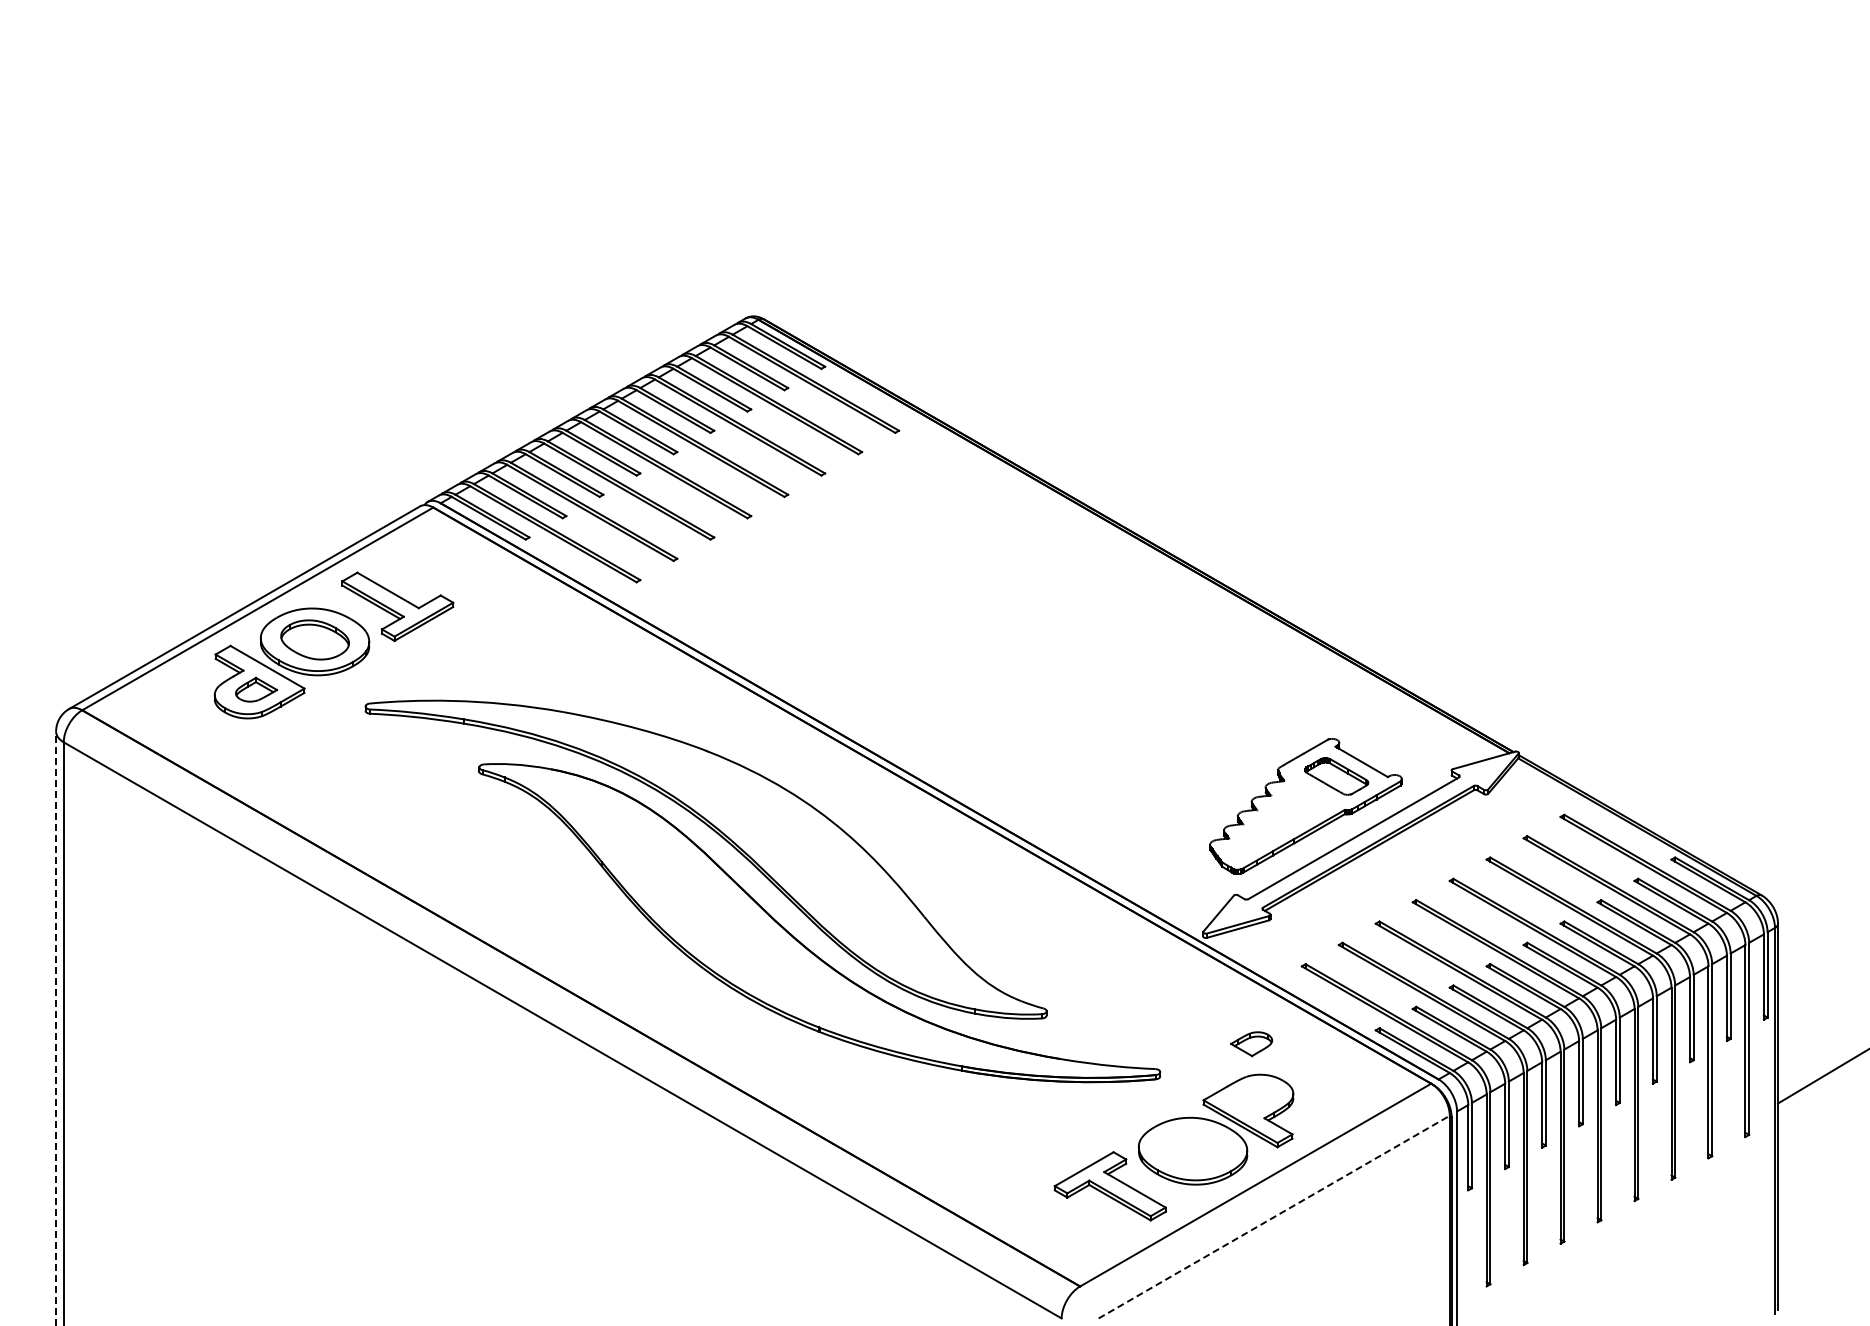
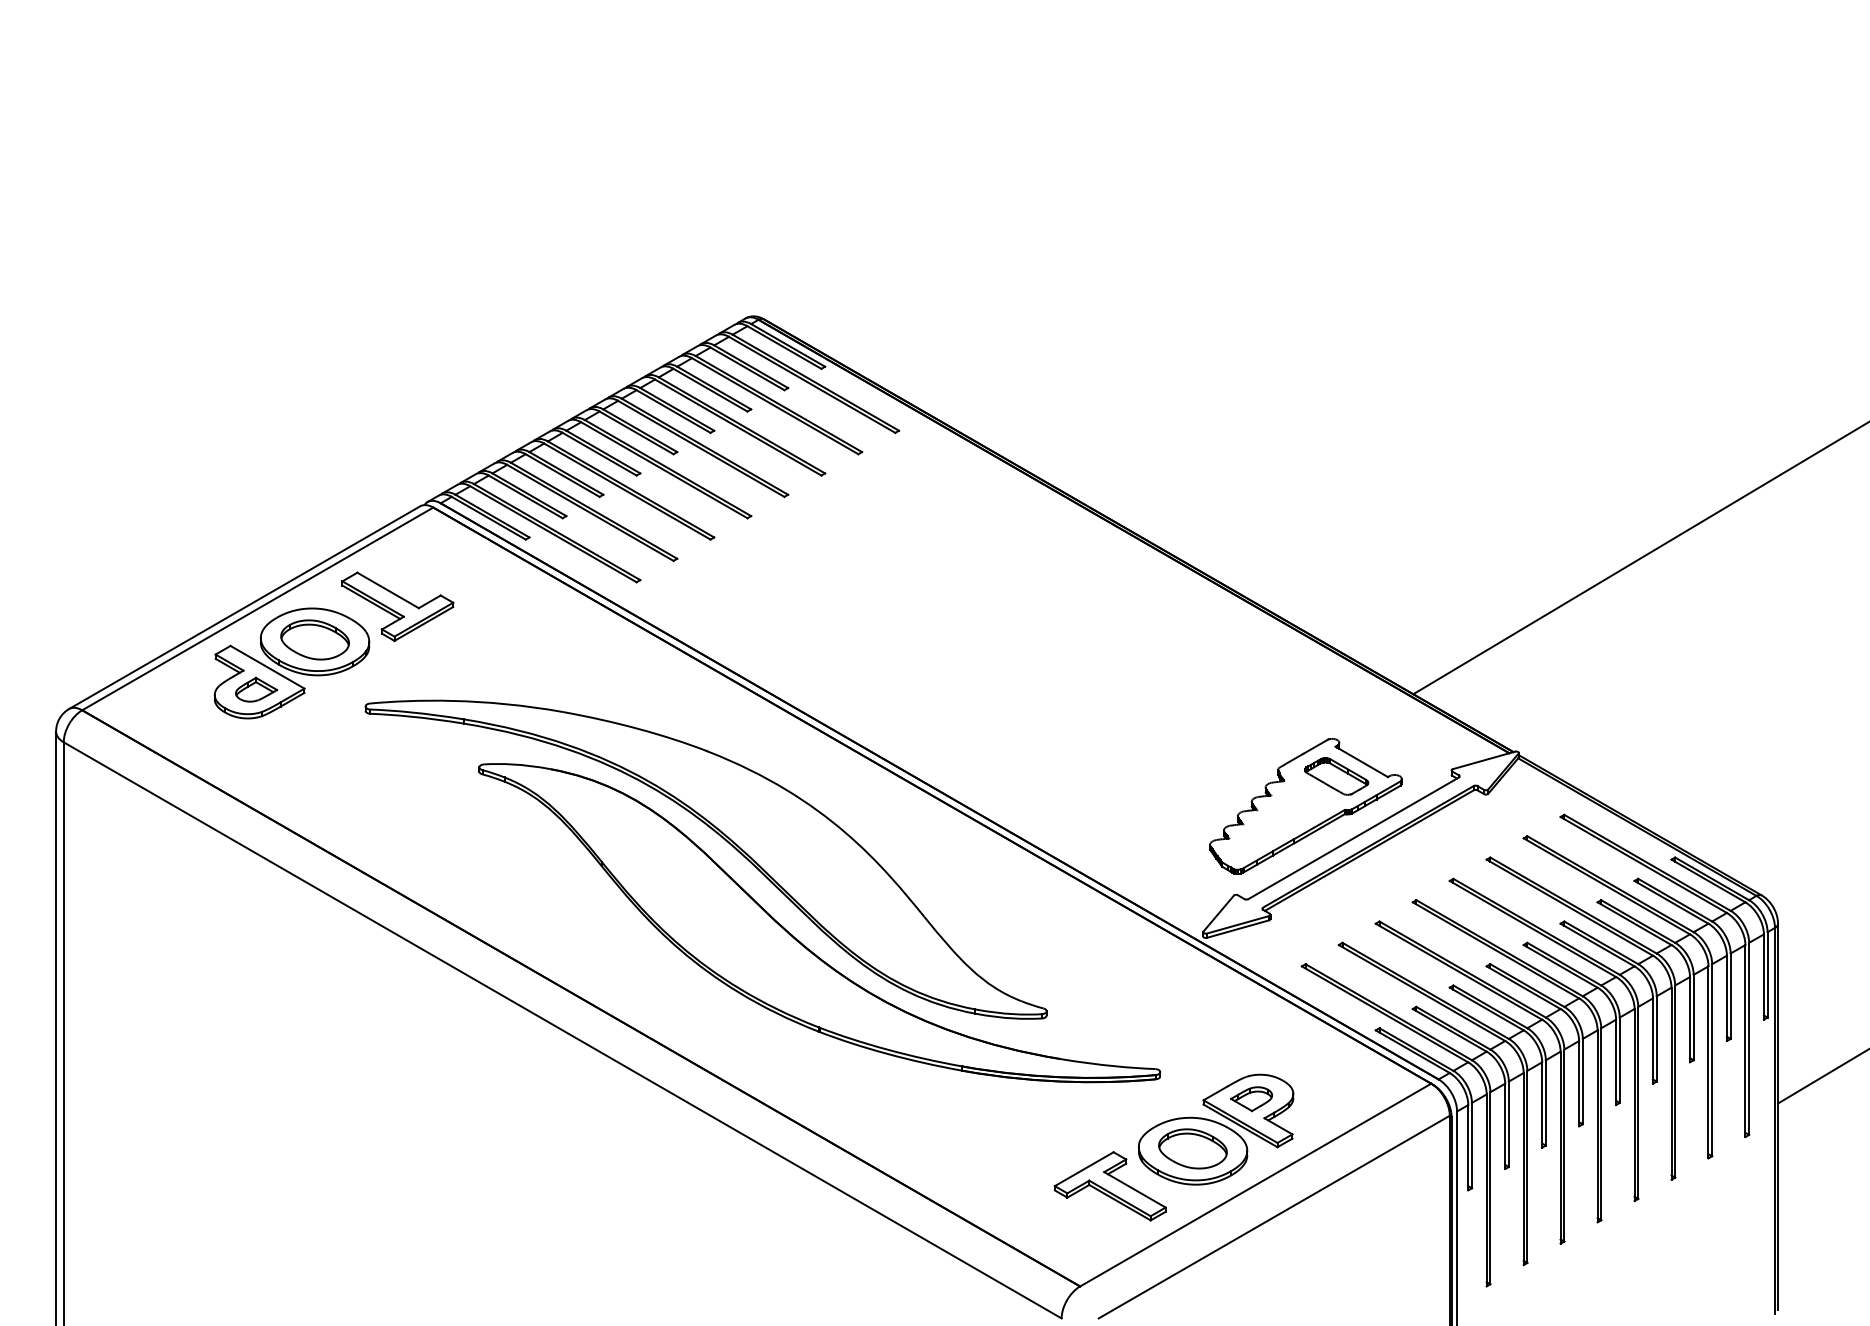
line at (1639, 558): none -> present
line at (56, 1028): dashed -> solid
part at (1251, 1044) position: (1251, 1044) -> (1251, 1099)
part at (1192, 1148): none -> present
line at (1274, 1217): dashed -> solid
